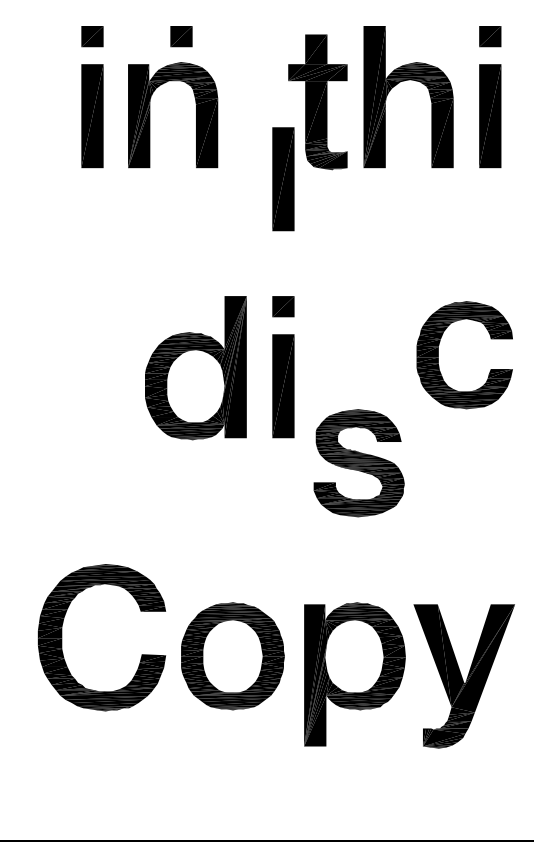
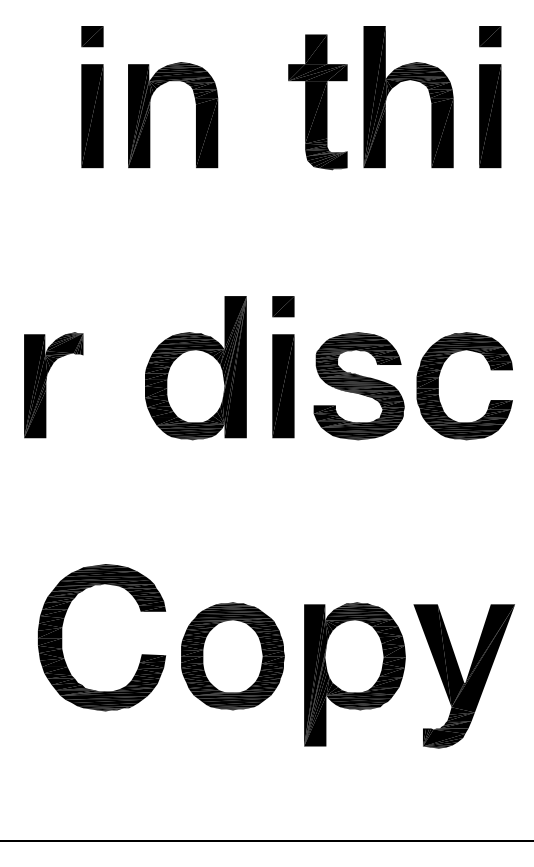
part at (181, 36): present -> none
part at (283, 179): present -> none
part at (438, 355) position: (438, 355) -> (438, 386)
part at (46, 385): none -> present
part at (358, 463) position: (358, 463) -> (358, 386)
